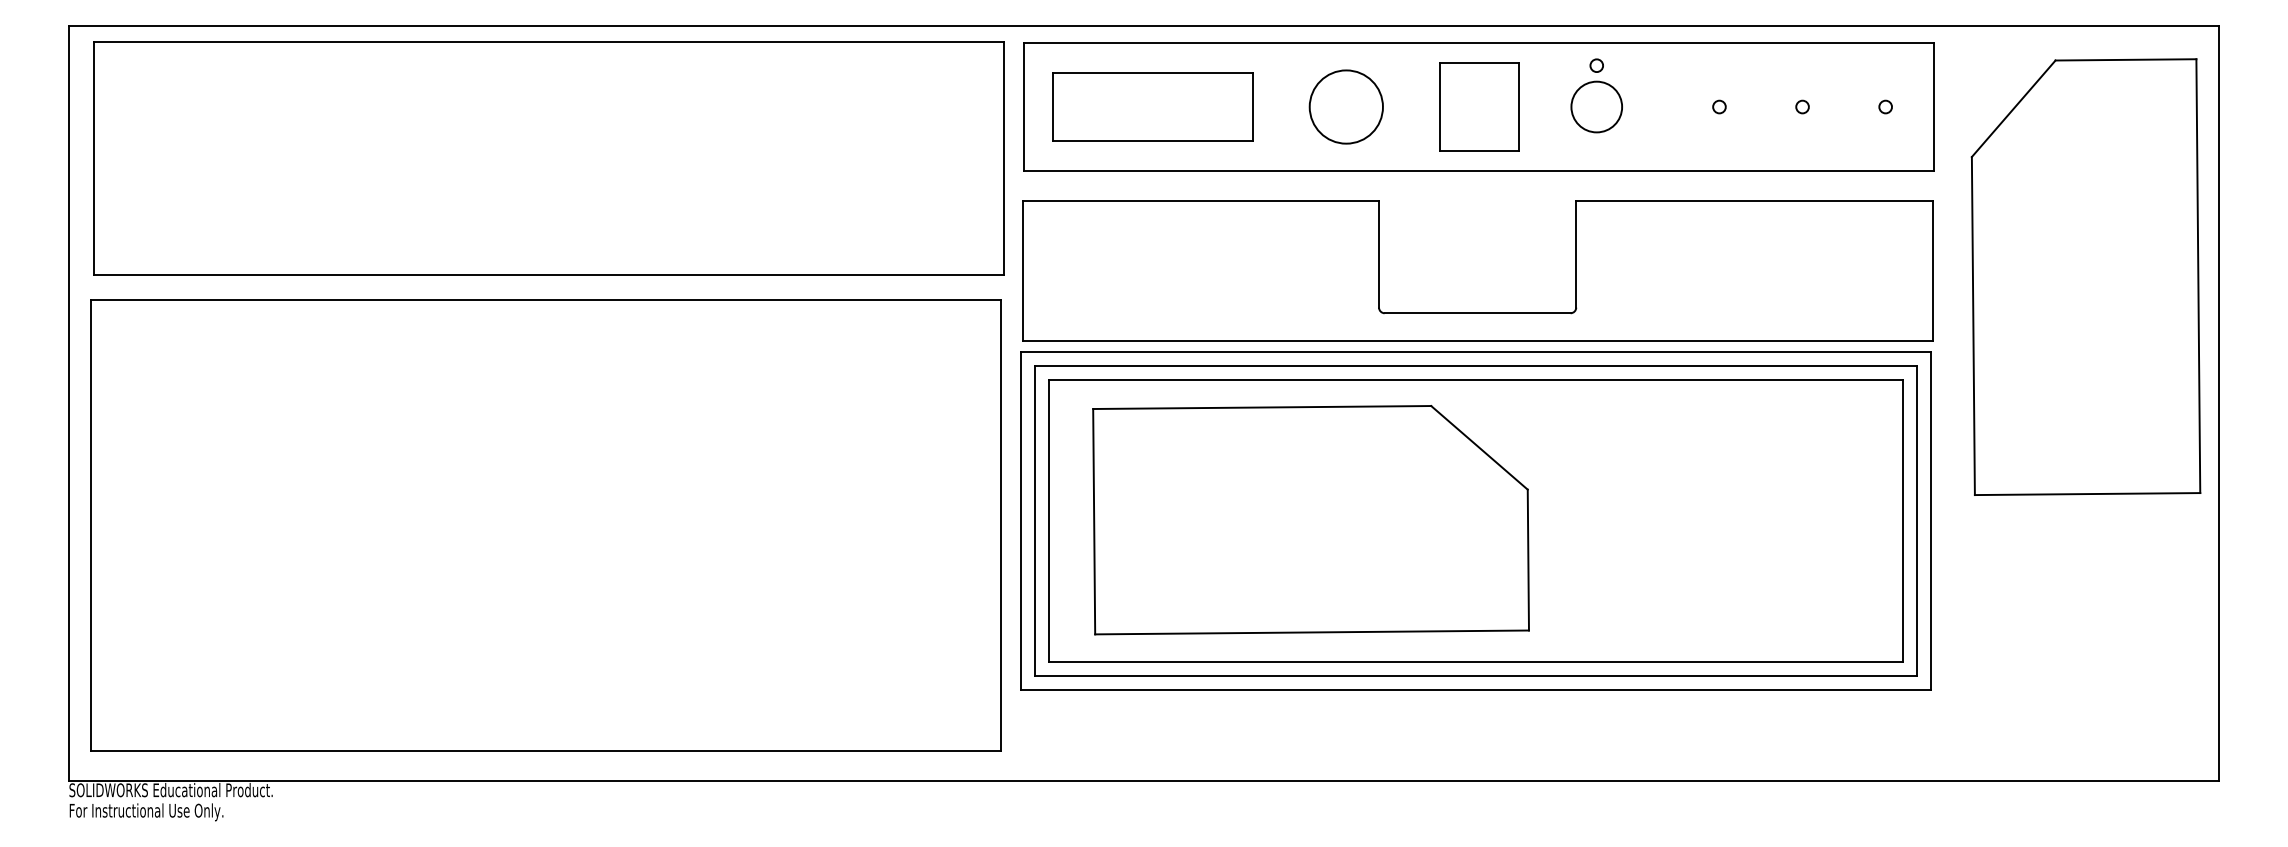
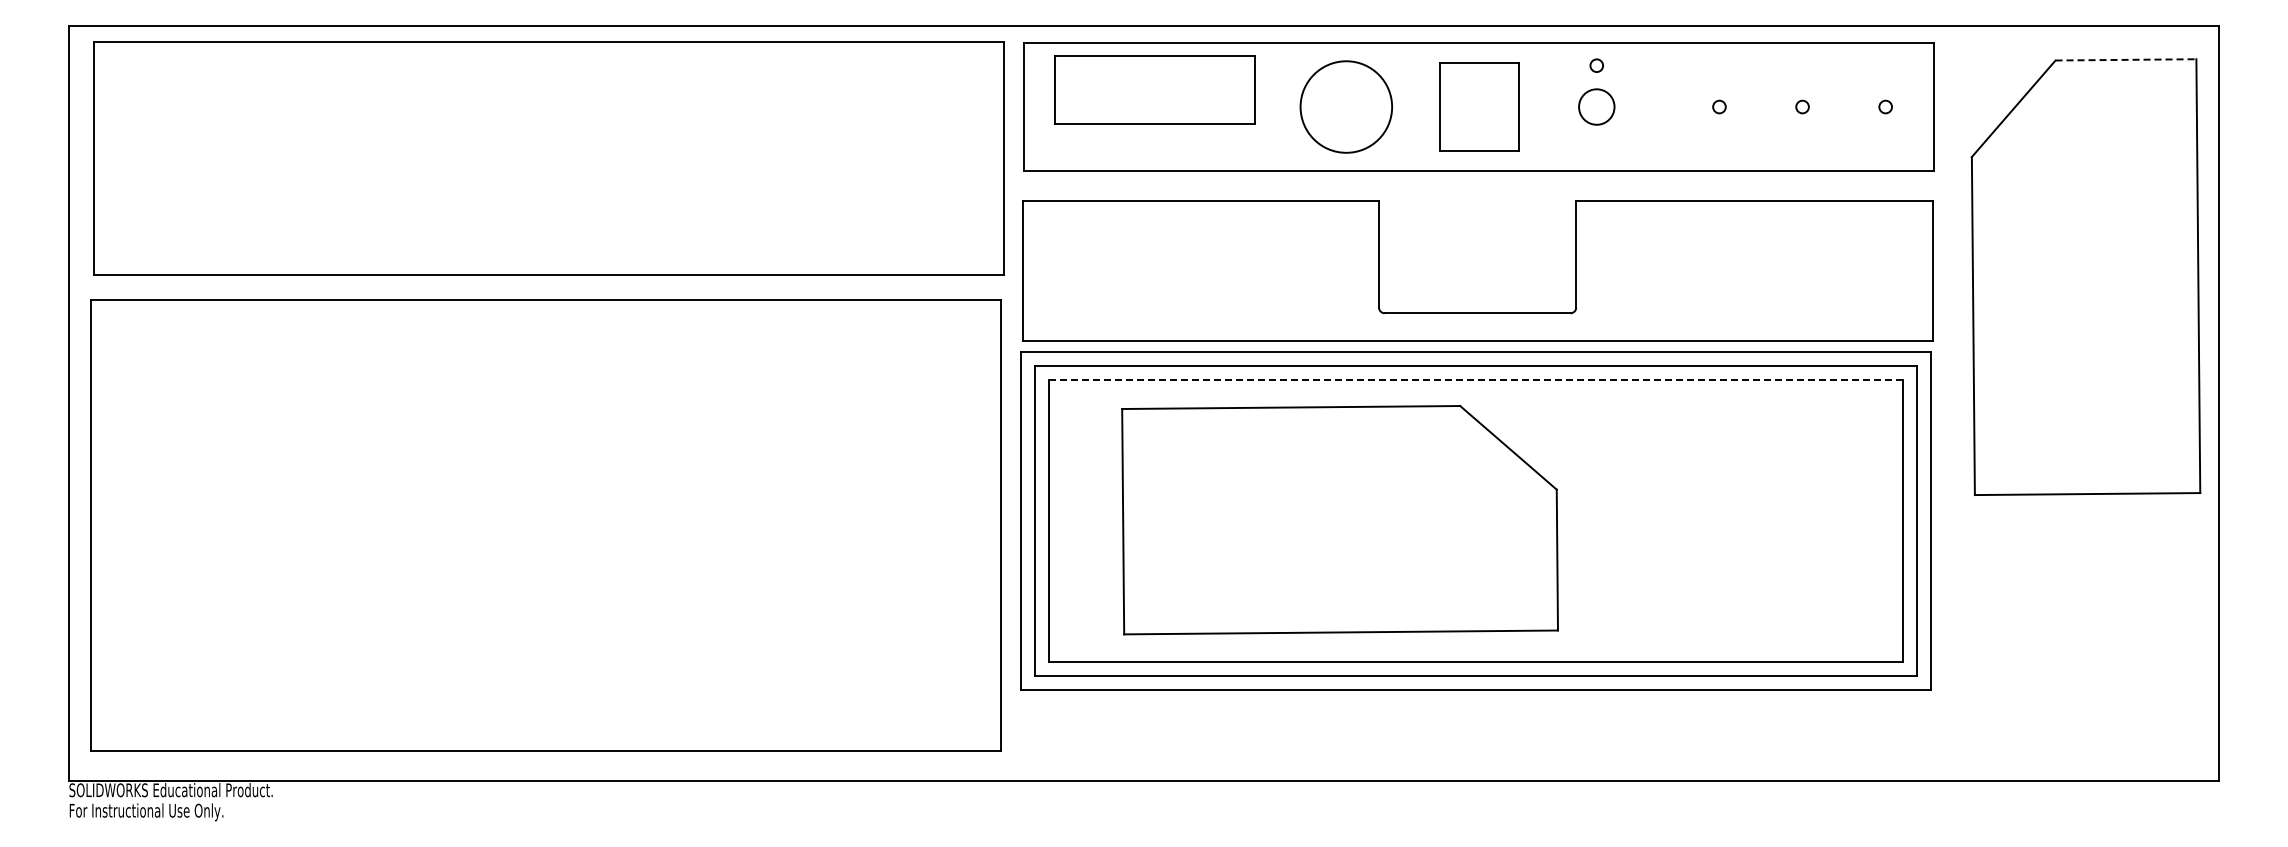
line at (2126, 59): solid -> dashed
part at (1152, 106) position: (1152, 106) -> (1154, 89)
circle at (1345, 106) diameter: 73 px -> 92 px
circle at (1596, 106) diameter: 51 px -> 35 px
line at (1475, 380): solid -> dashed
part at (1310, 520) position: (1310, 520) -> (1339, 520)
